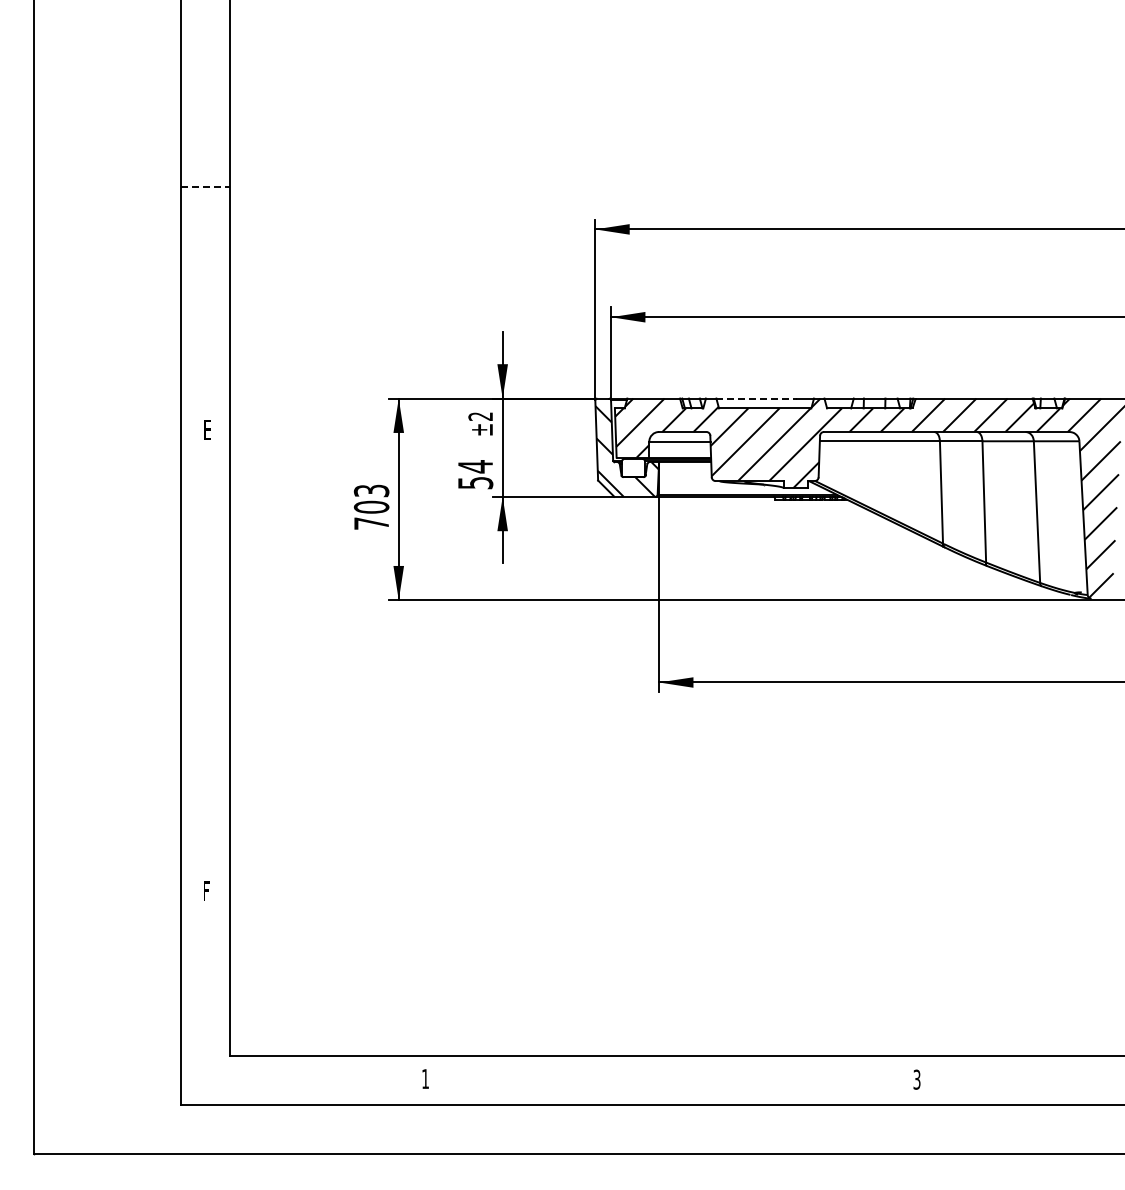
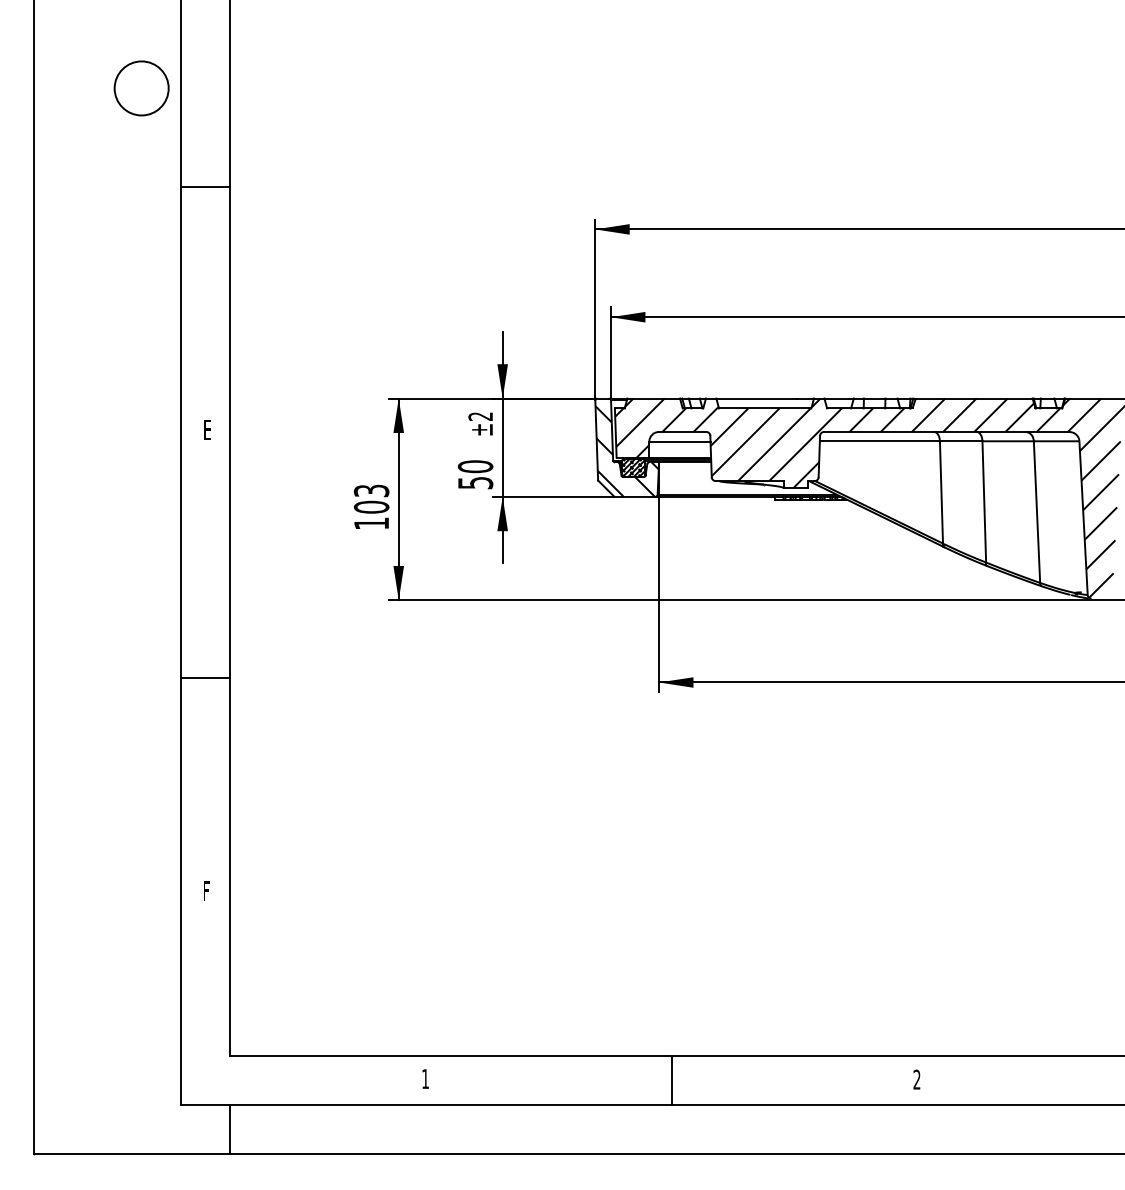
circle at (141, 88): none -> present
line at (205, 186): dashed -> solid
line at (756, 398): dashed -> solid
text at (475, 466): 54 -> 50
hatch at (633, 468): none -> present
text at (371, 523): 703 -> 103
line at (205, 677): none -> present
text at (916, 1079): 3 -> 2
line at (672, 1080): none -> present
line at (230, 1129): none -> present
